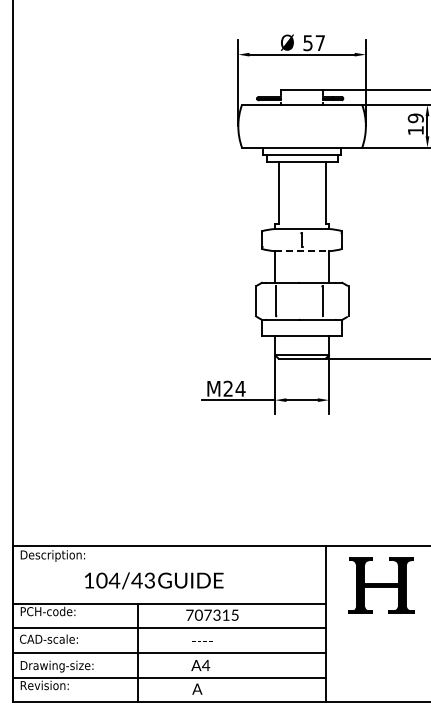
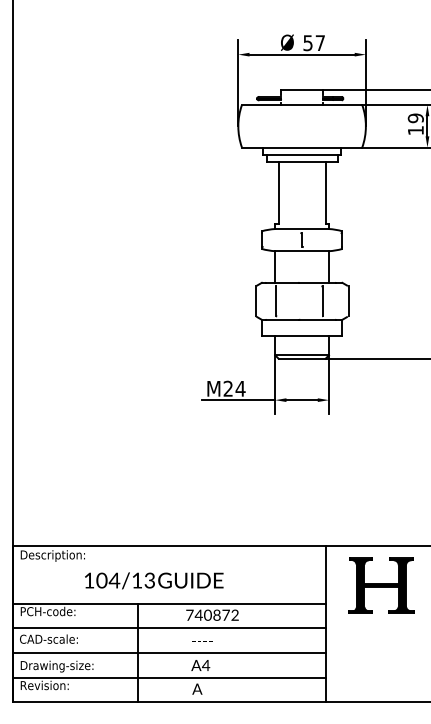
line at (302, 251): dashed -> solid
text at (136, 580): 104/43 -> 104/13
text at (216, 614): 707315 -> 740872
